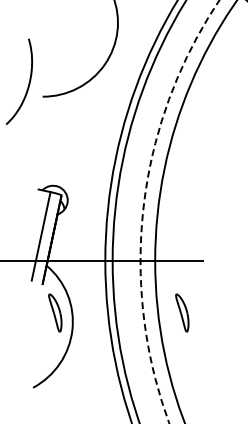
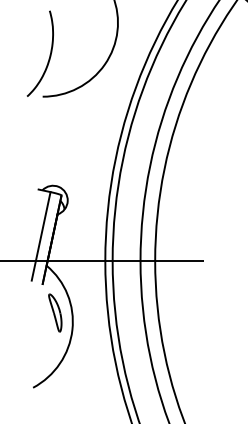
curve at (28, 82) position: (28, 82) -> (49, 54)
circle at (179, 211): dashed -> solid
part at (182, 312): present -> none
